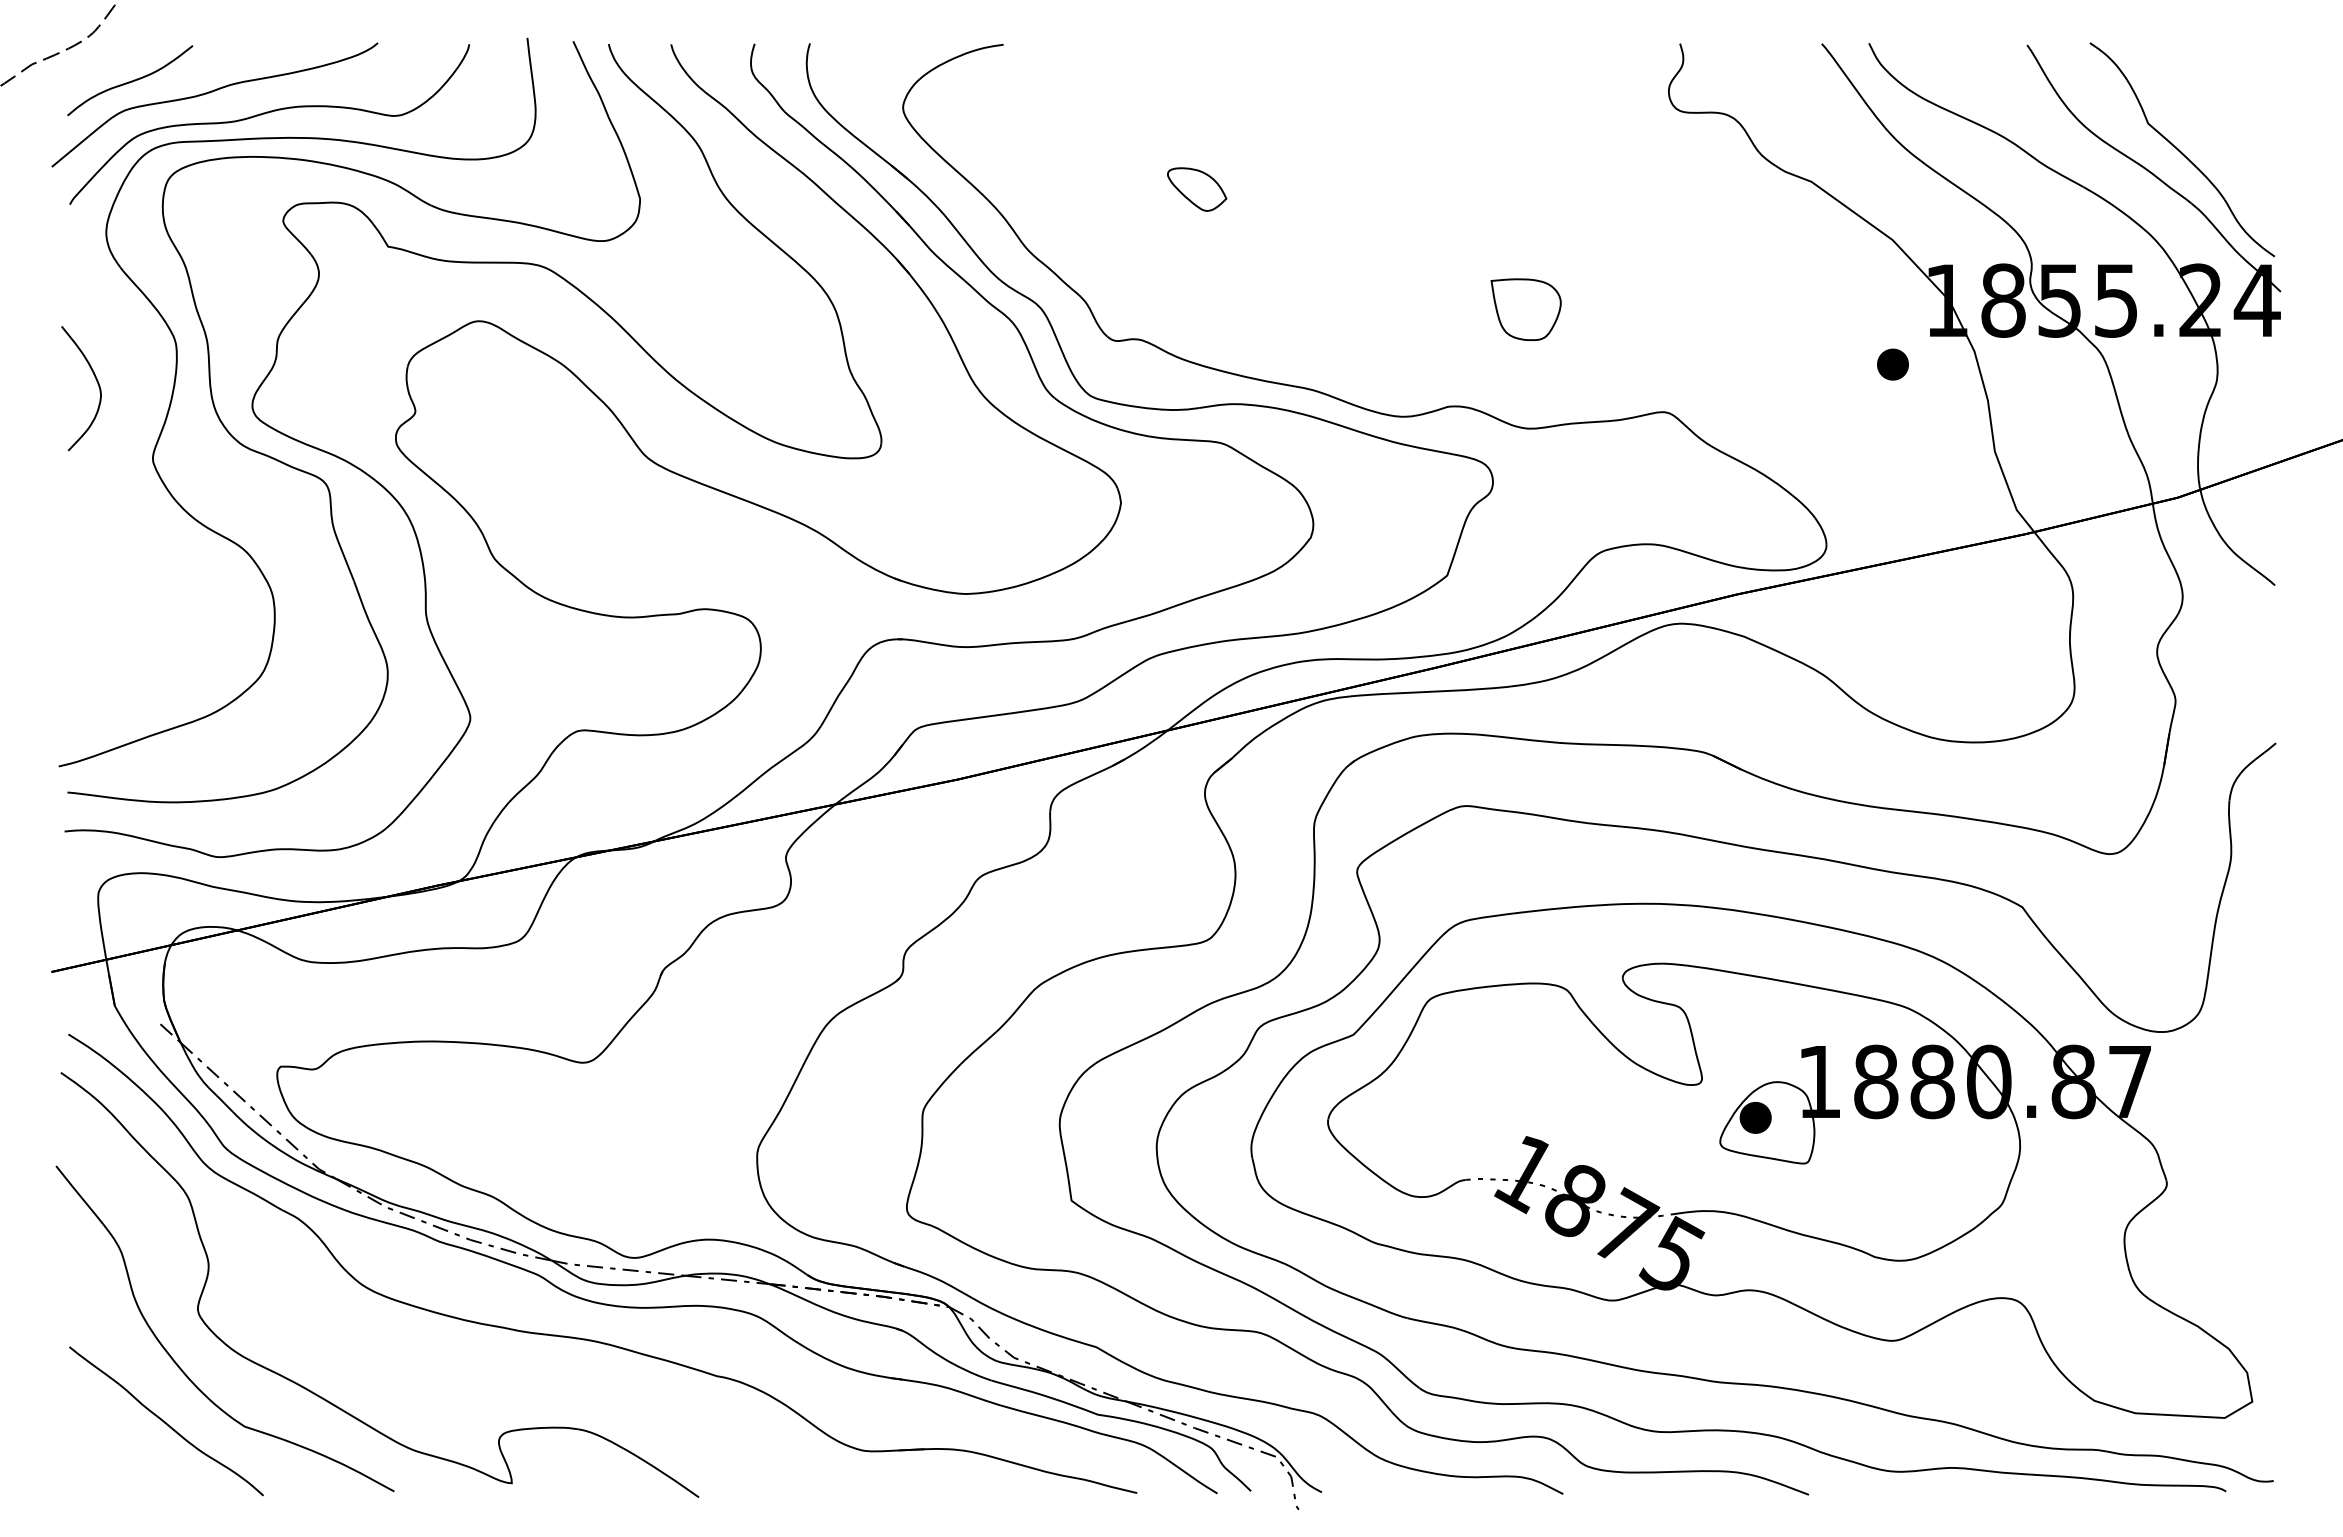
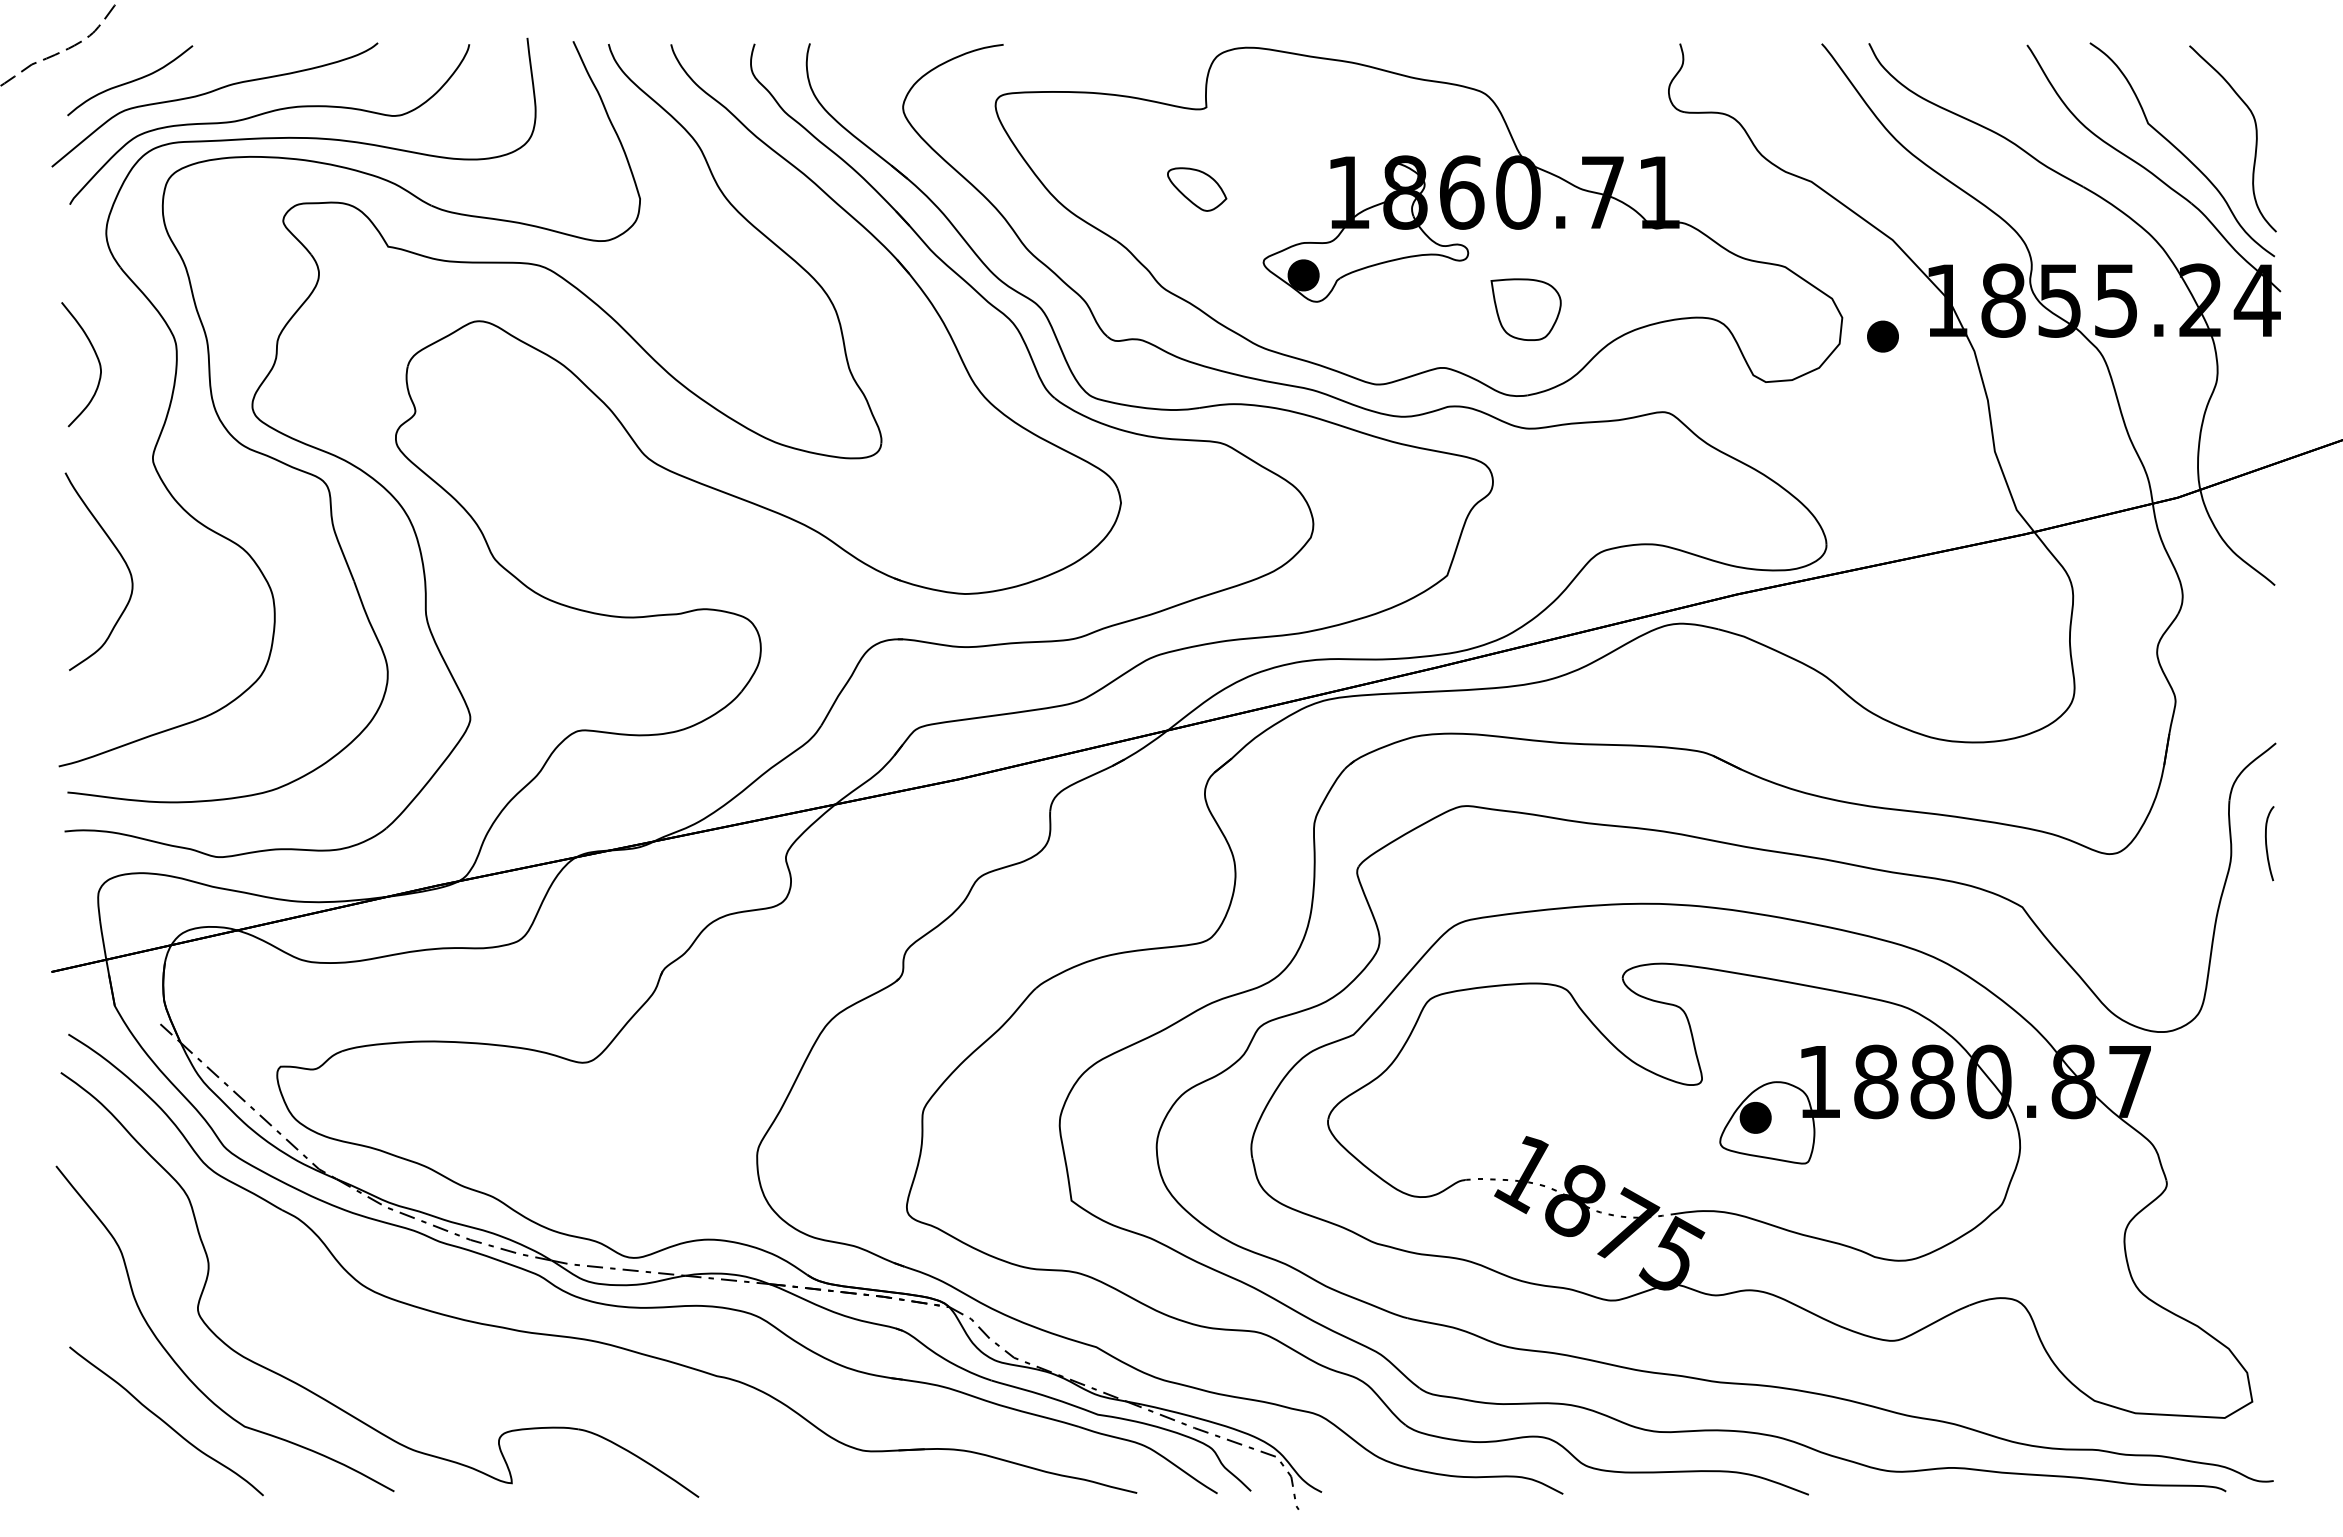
curve at (2255, 136): none -> present
part at (1418, 221): none -> present
part at (1892, 364) position: (1892, 364) -> (1882, 336)
curve at (97, 384) position: (97, 384) -> (97, 360)
curve at (120, 556): none -> present
curve at (2267, 844): none -> present
